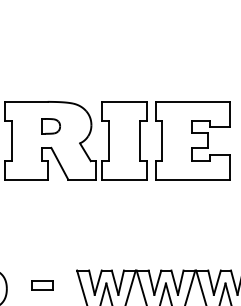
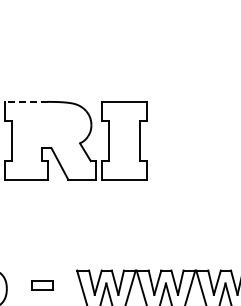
line at (26, 101): solid -> dashed
part at (50, 126): present -> none
part at (192, 140): present -> none
